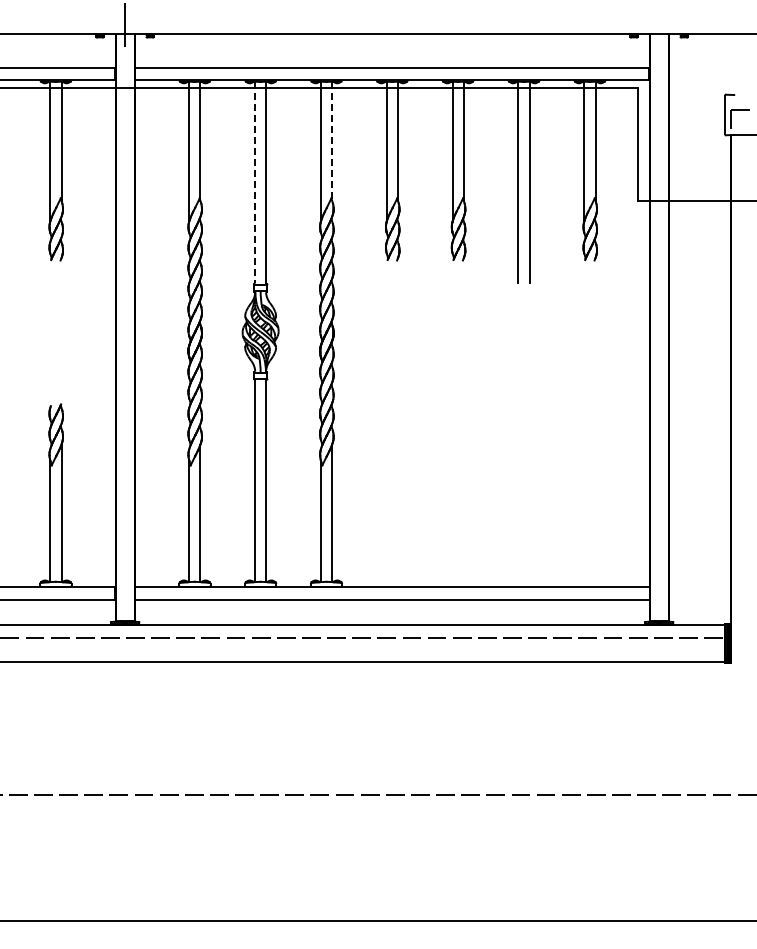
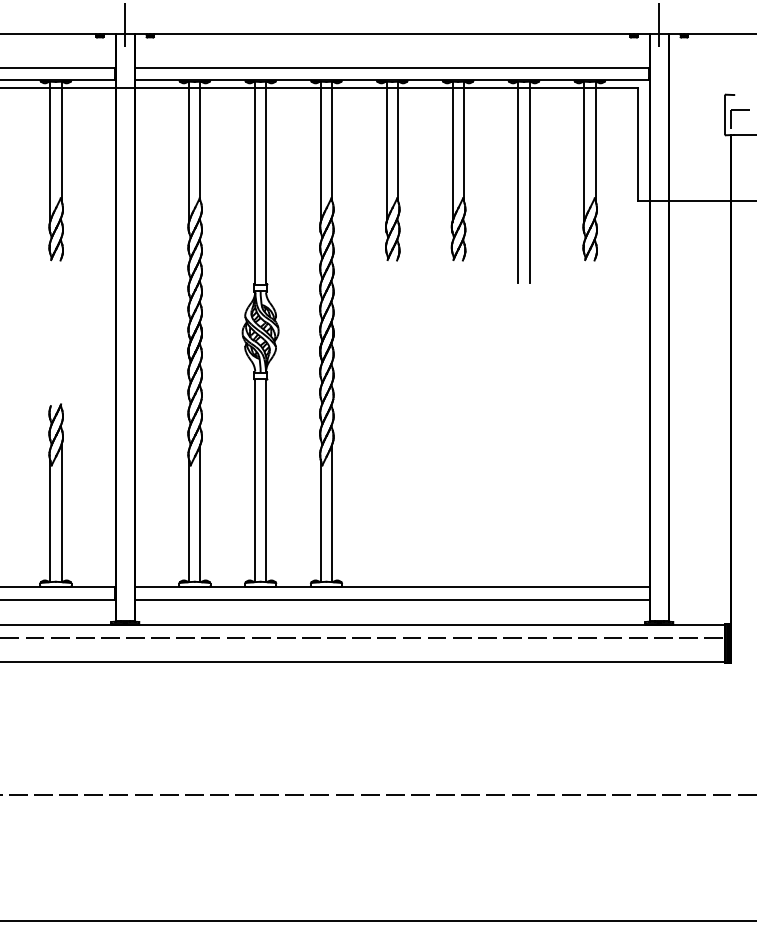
line at (659, 24): none -> present
line at (332, 141): dashed -> solid
line at (254, 182): dashed -> solid
